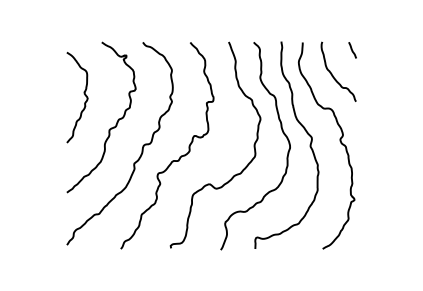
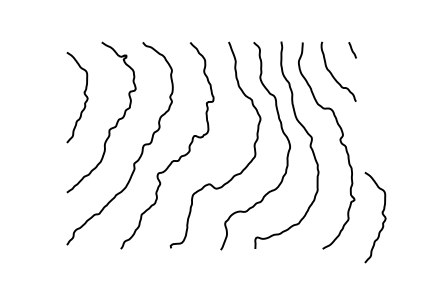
curve at (381, 213): none -> present
